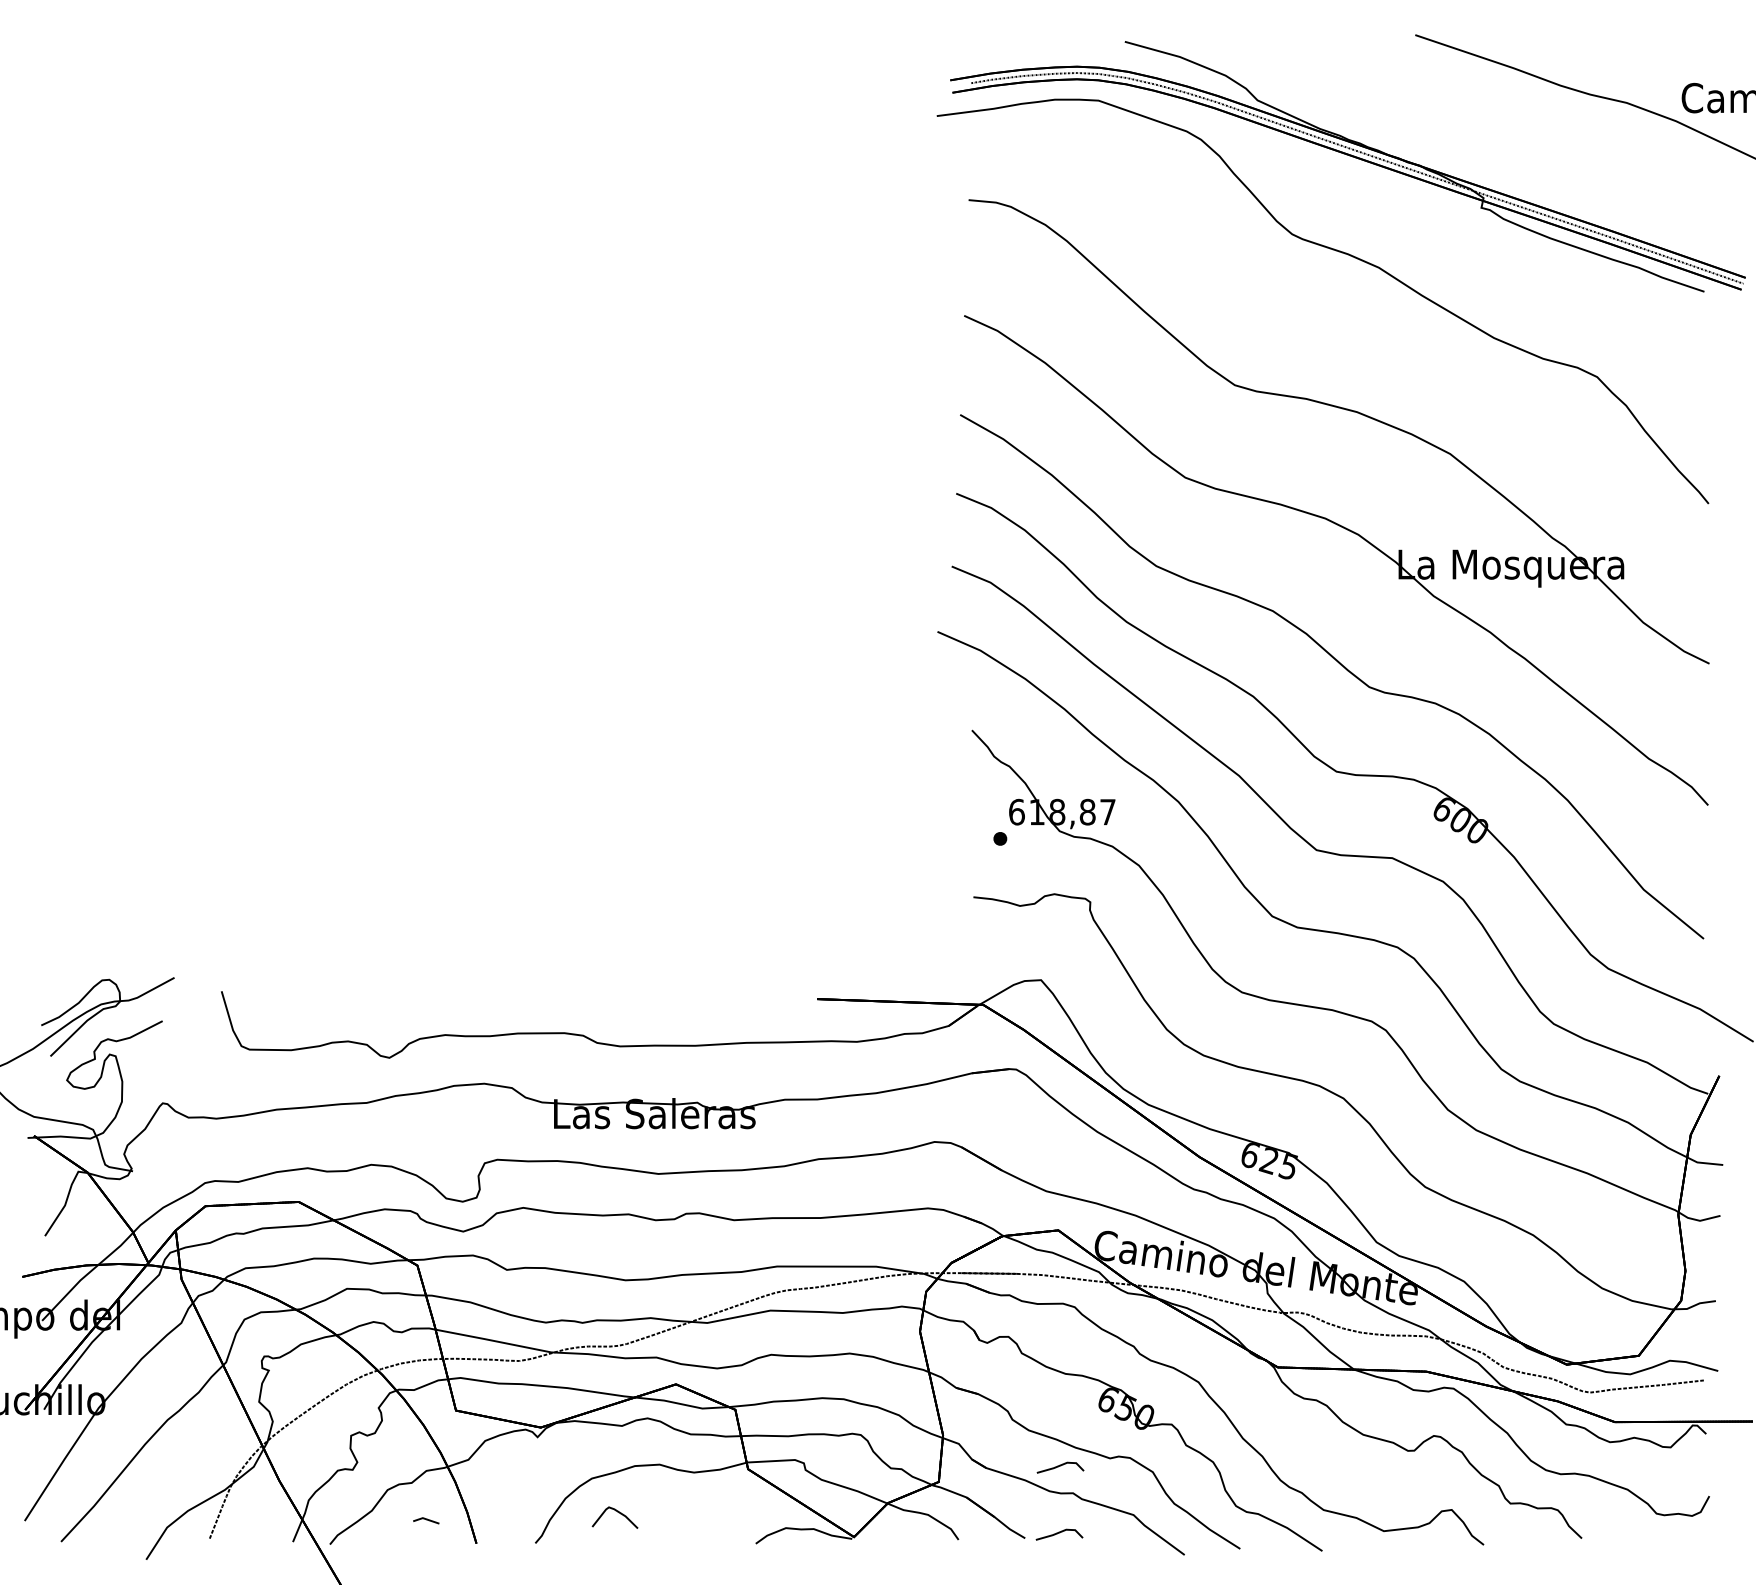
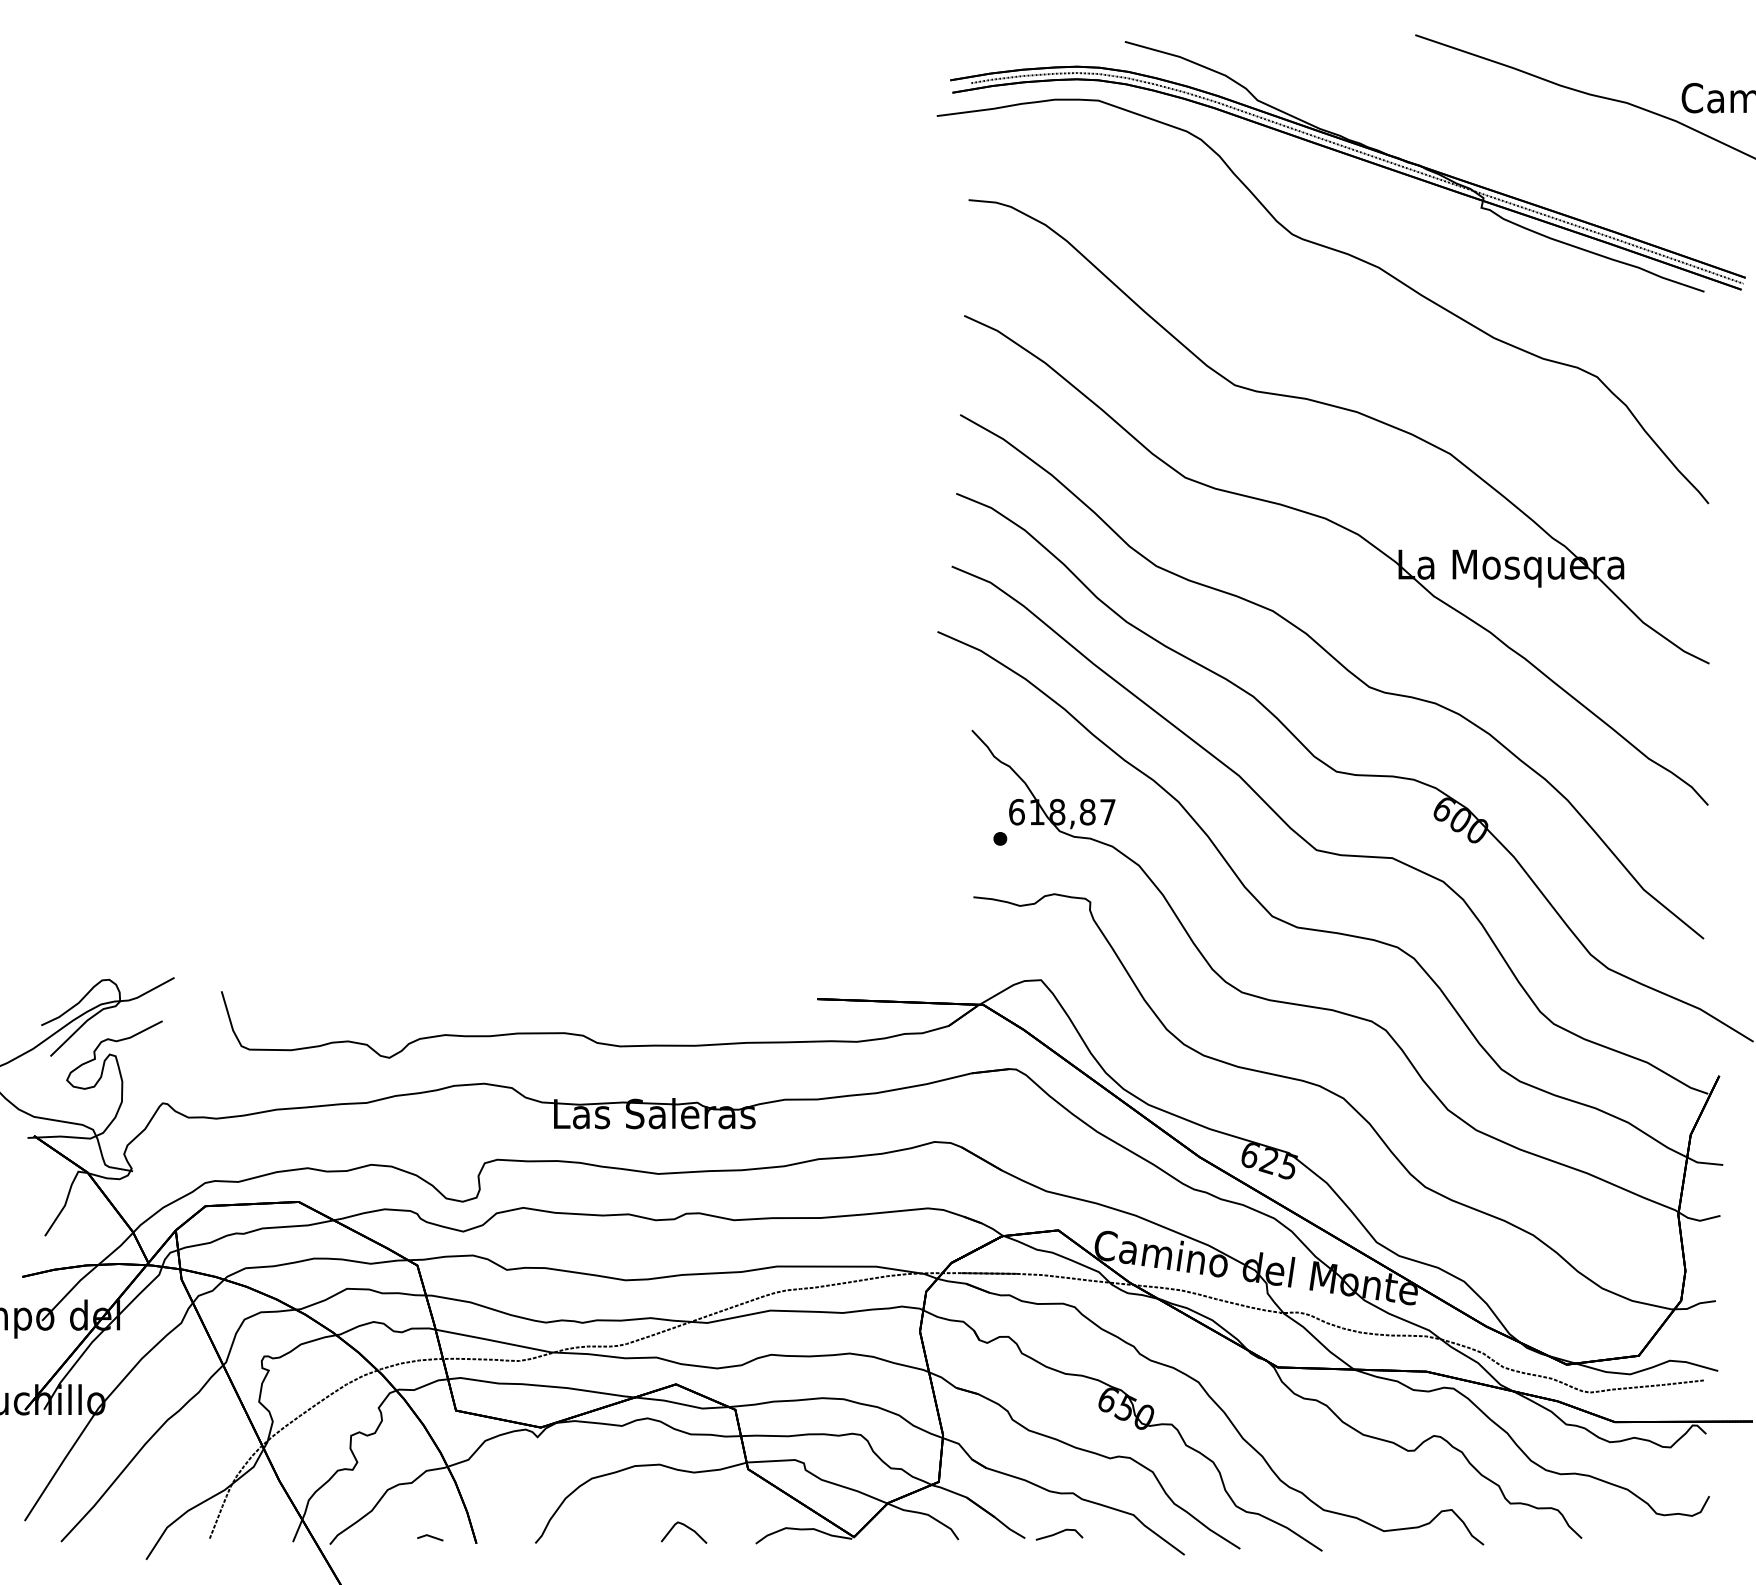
line at (1060, 1466): present -> none
curve at (617, 1512) position: (617, 1512) -> (686, 1527)
line at (426, 1520) position: (426, 1520) -> (430, 1537)
